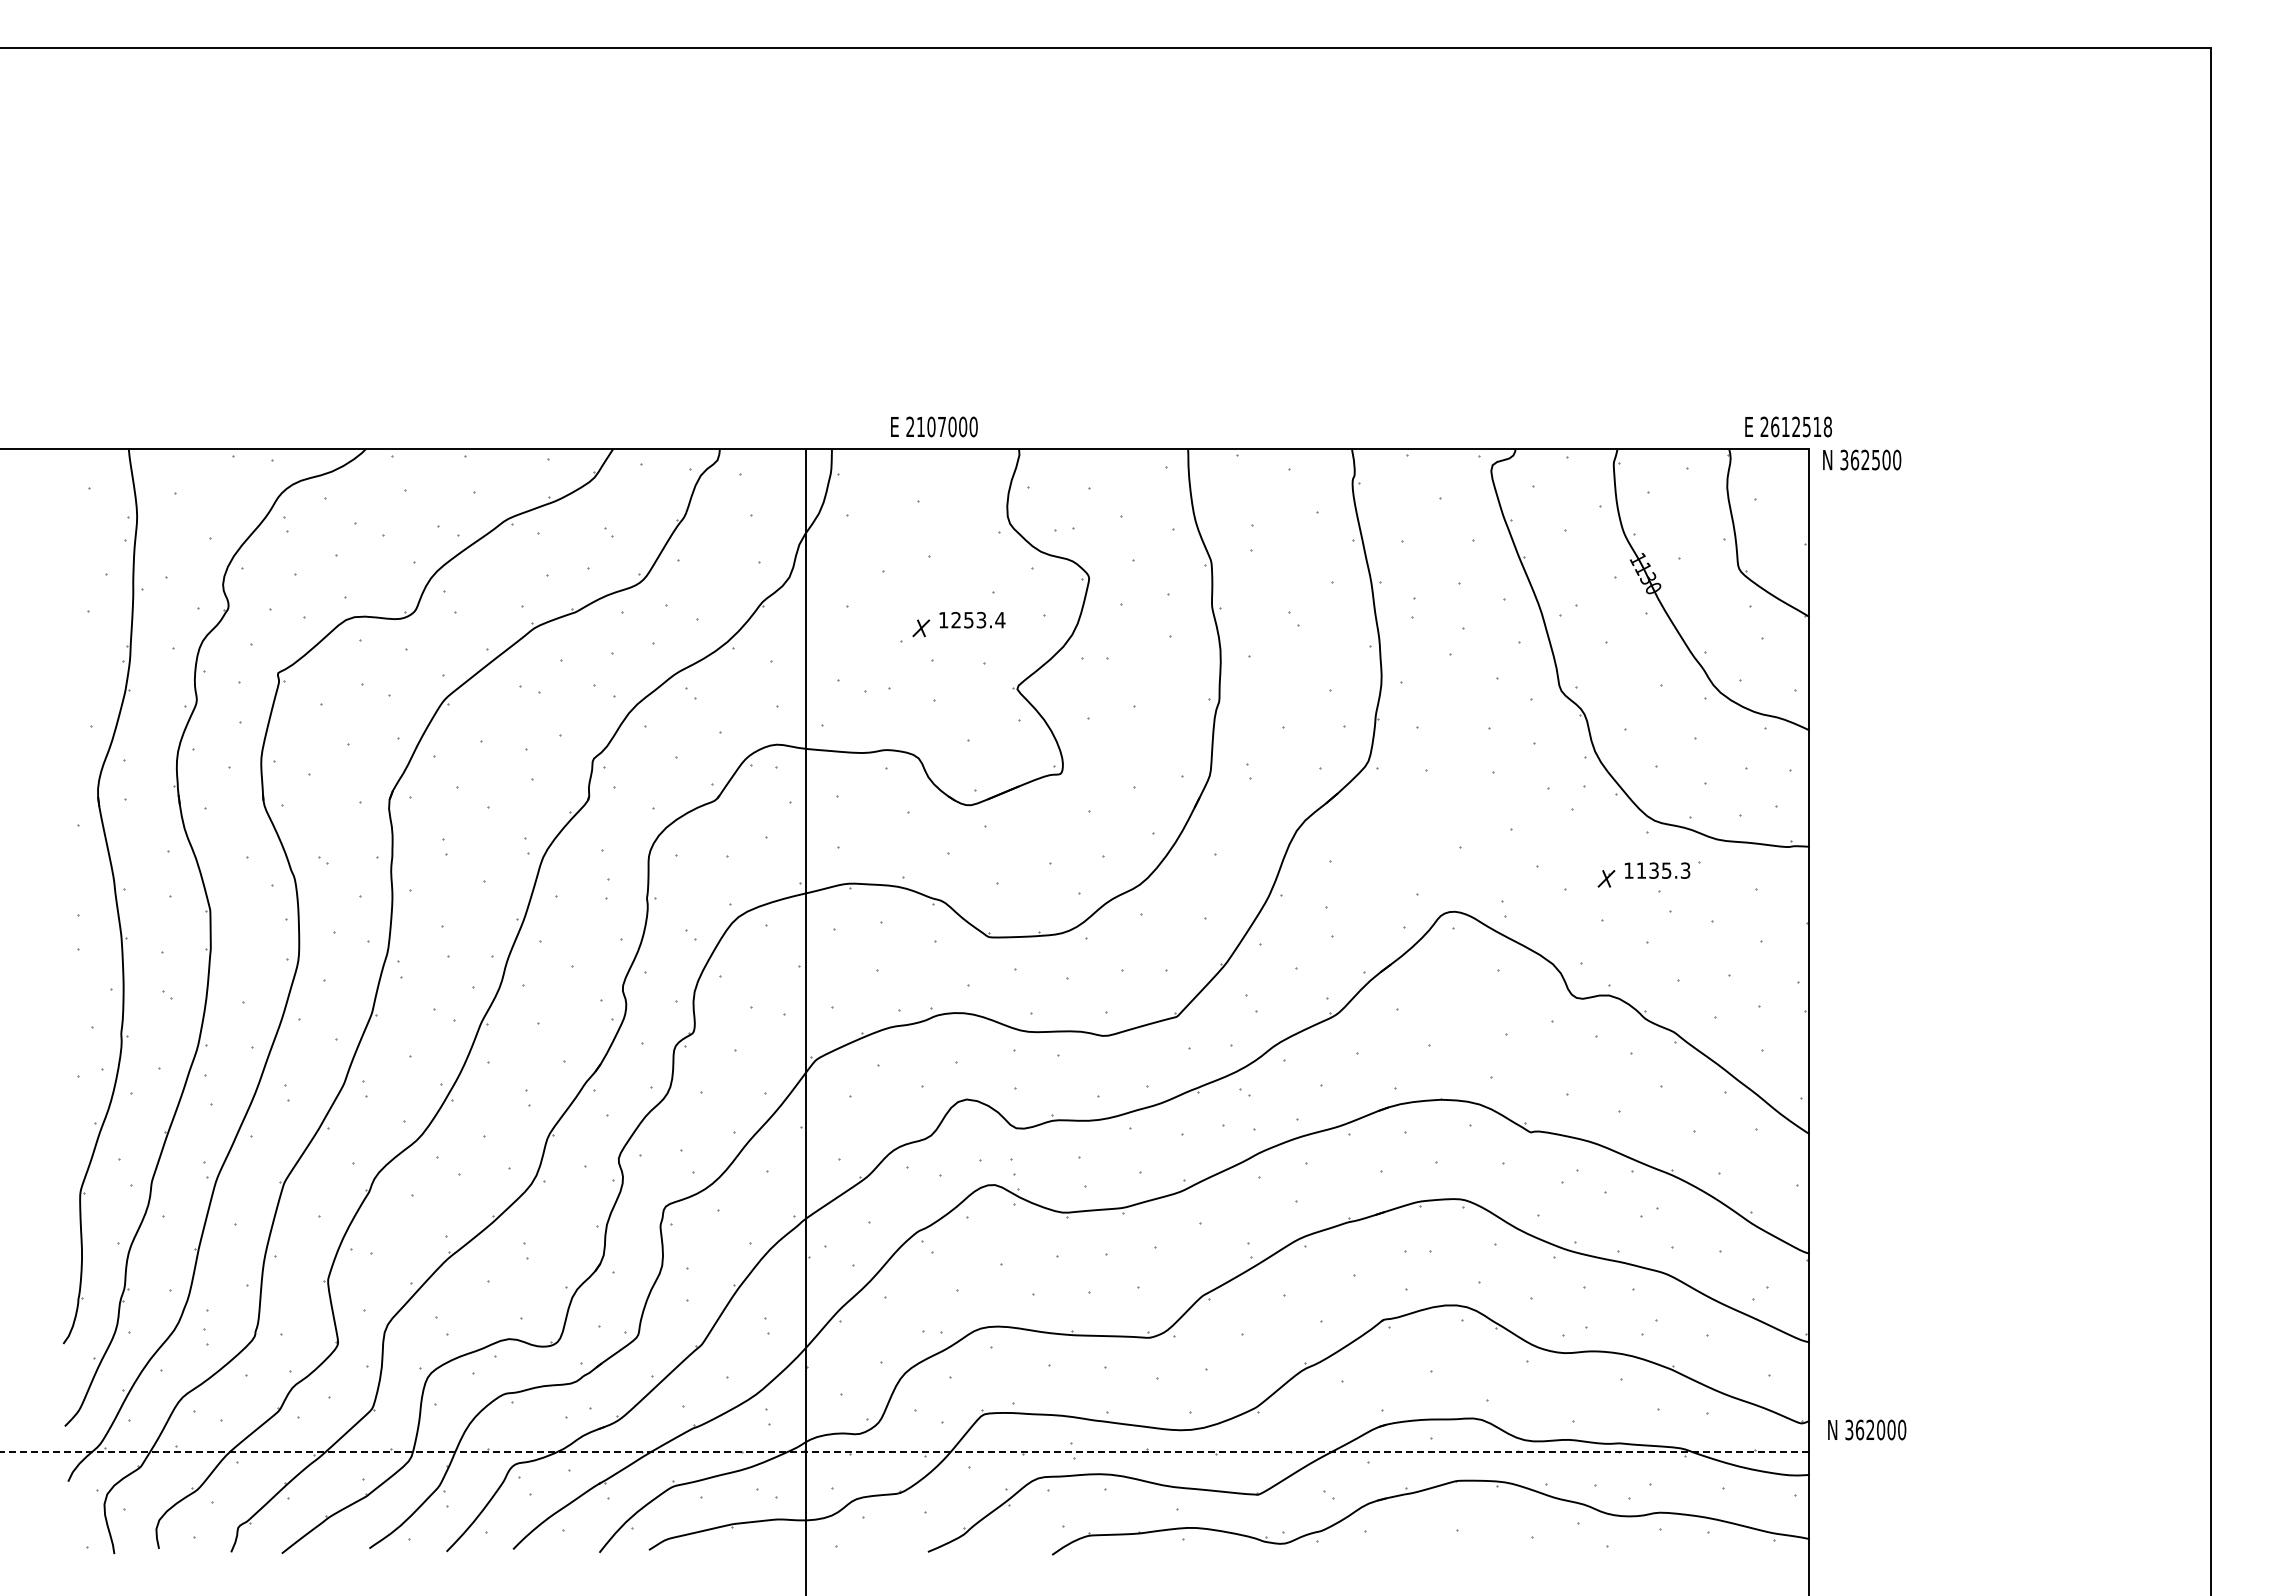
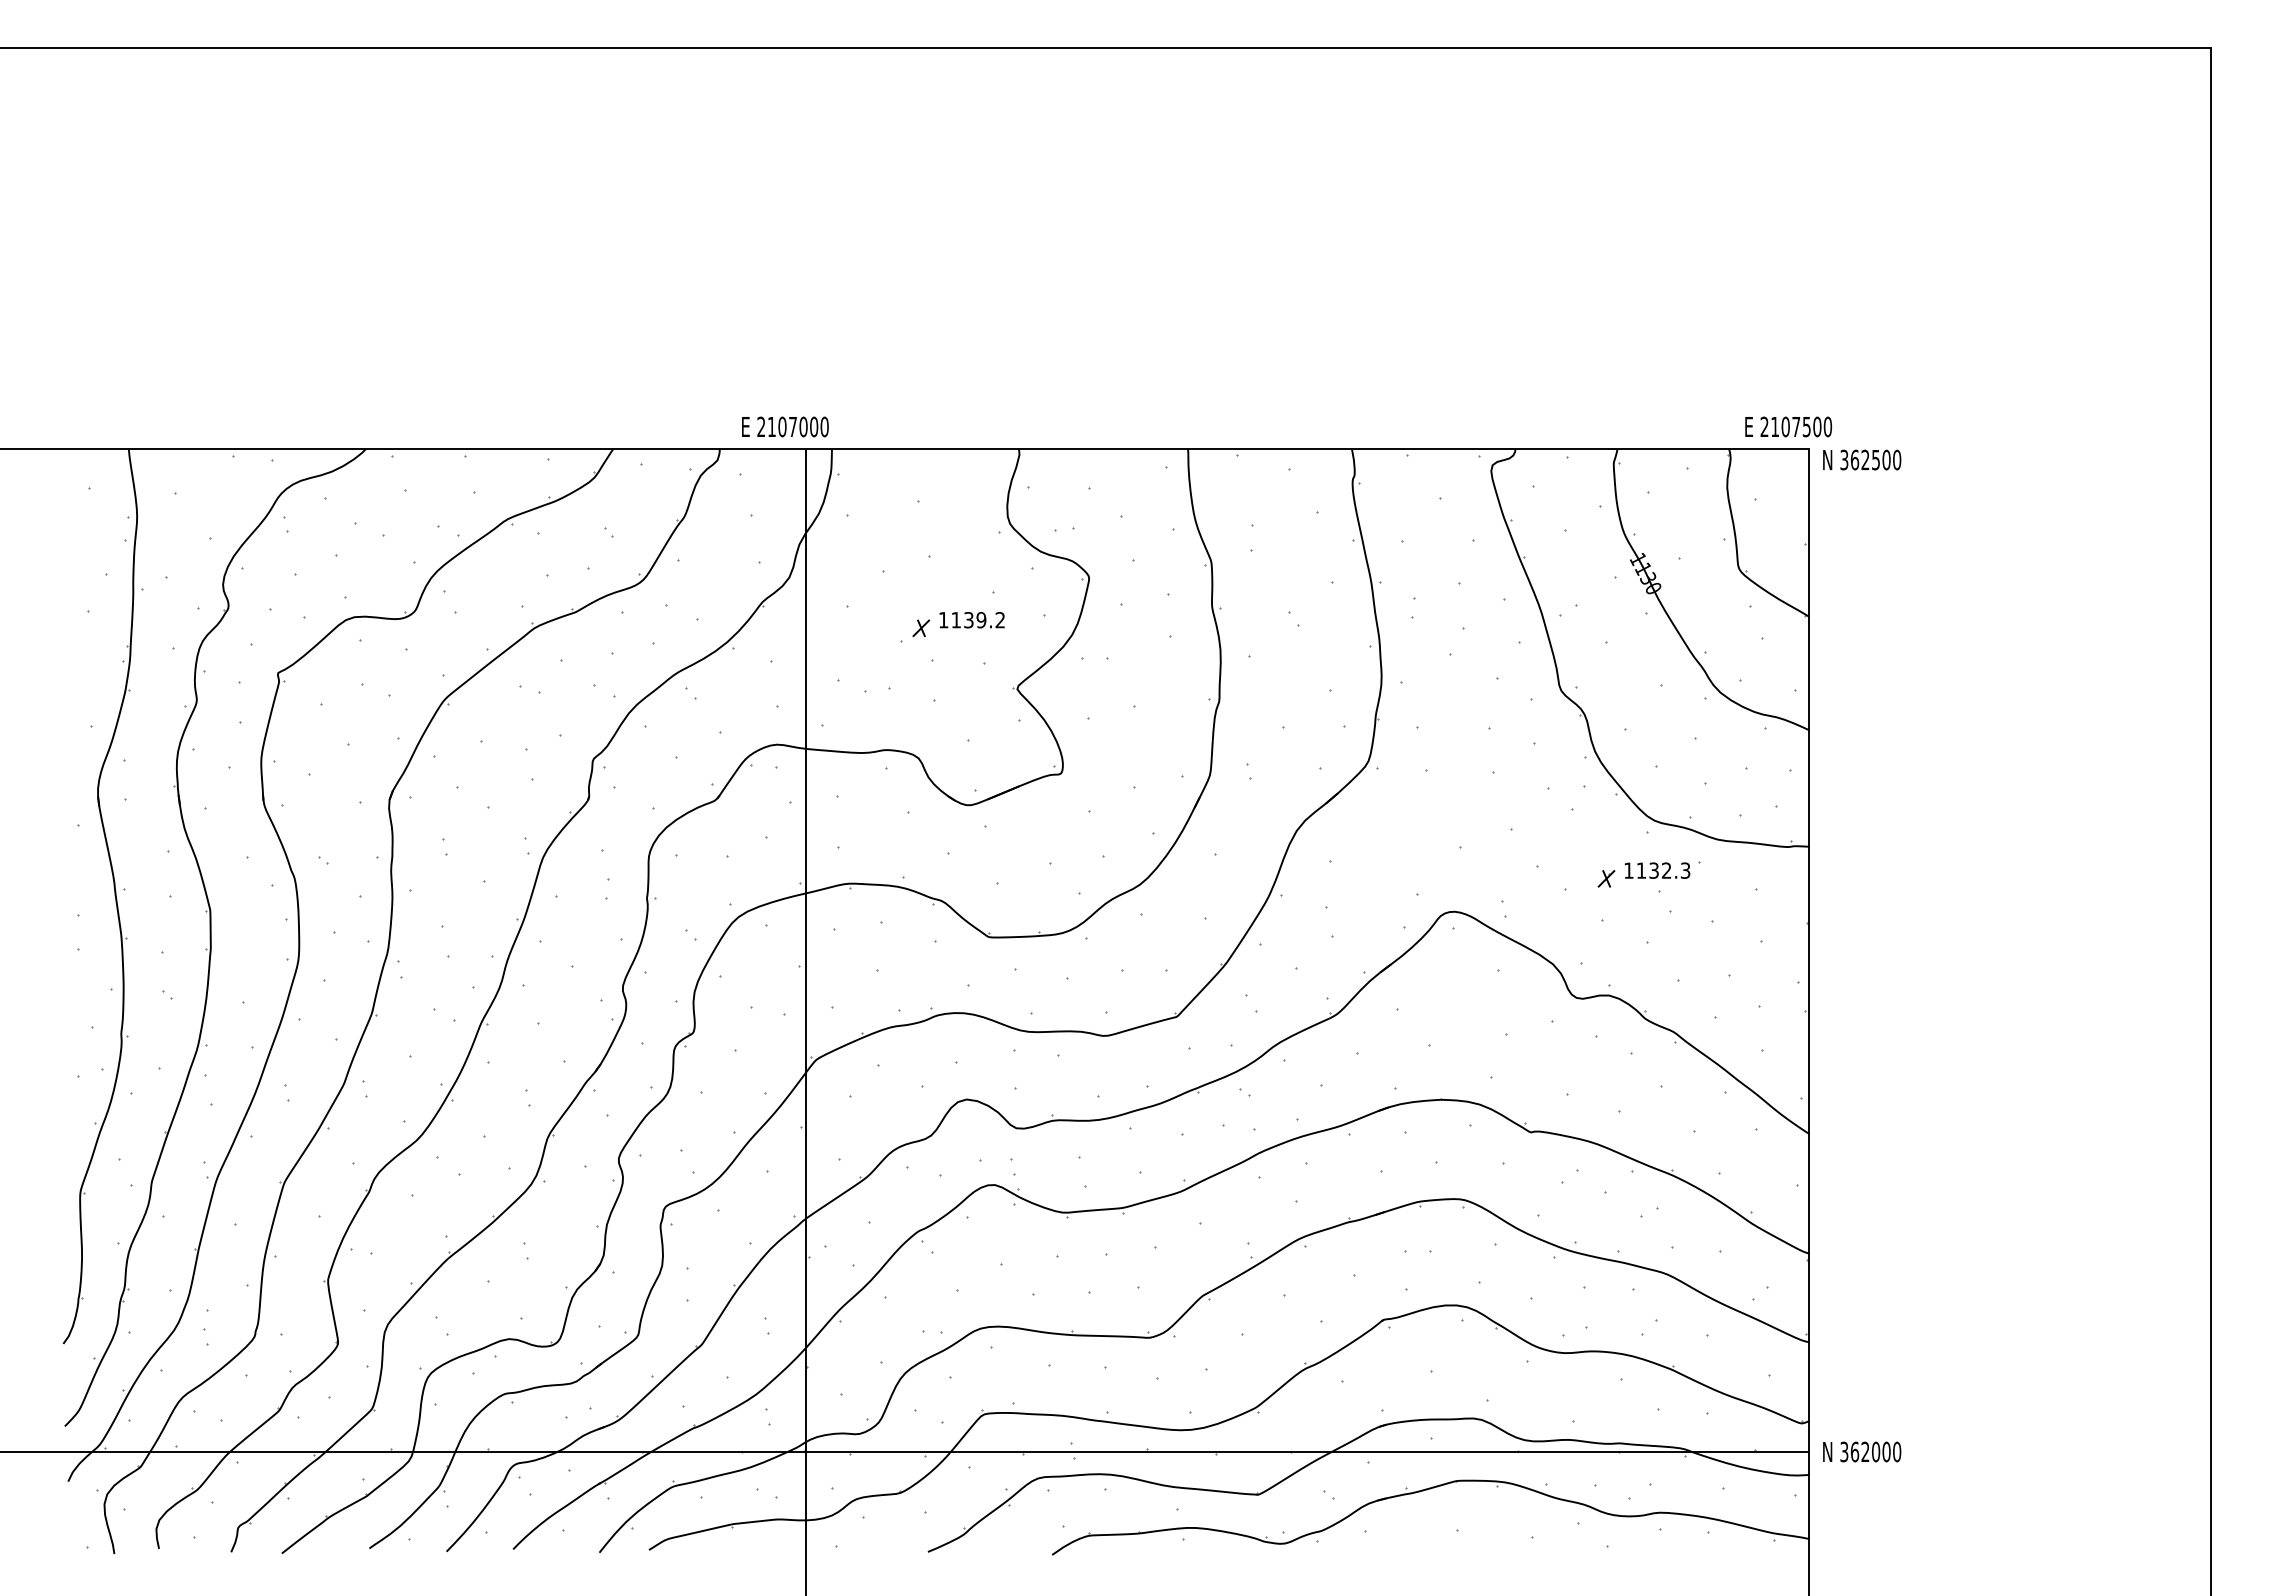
text at (934, 426) position: (934, 426) -> (785, 426)
text at (1801, 426): 2612518 -> 2107500
text at (978, 619): 1253.4 -> 1139.2
text at (1666, 870): 1135.3 -> 1132.3
text at (1867, 1429) position: (1867, 1429) -> (1862, 1451)
line at (904, 1452): dashed -> solid
